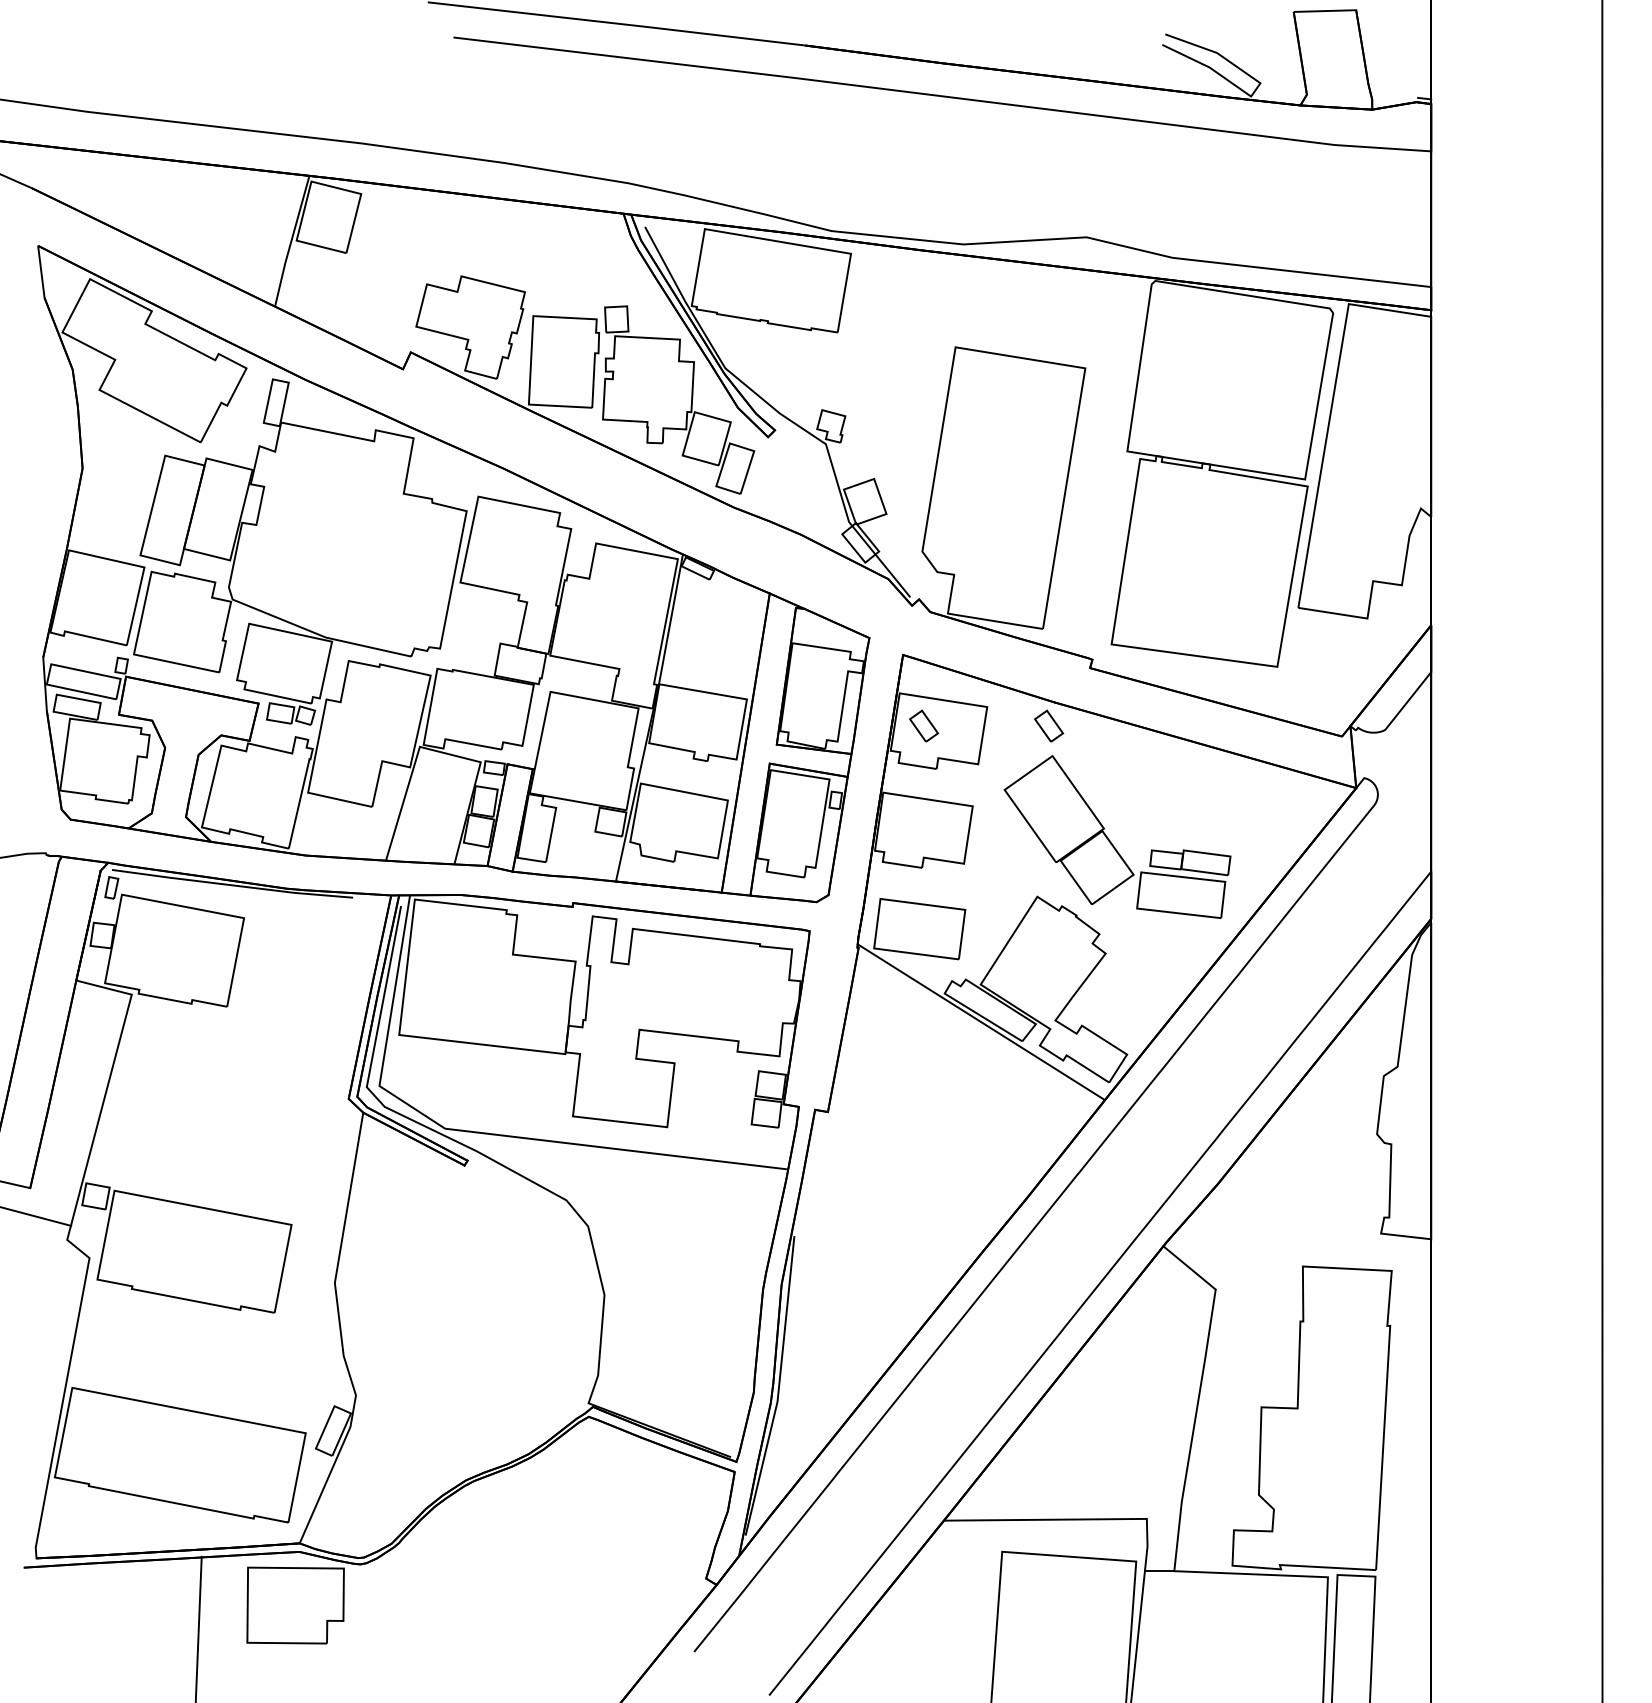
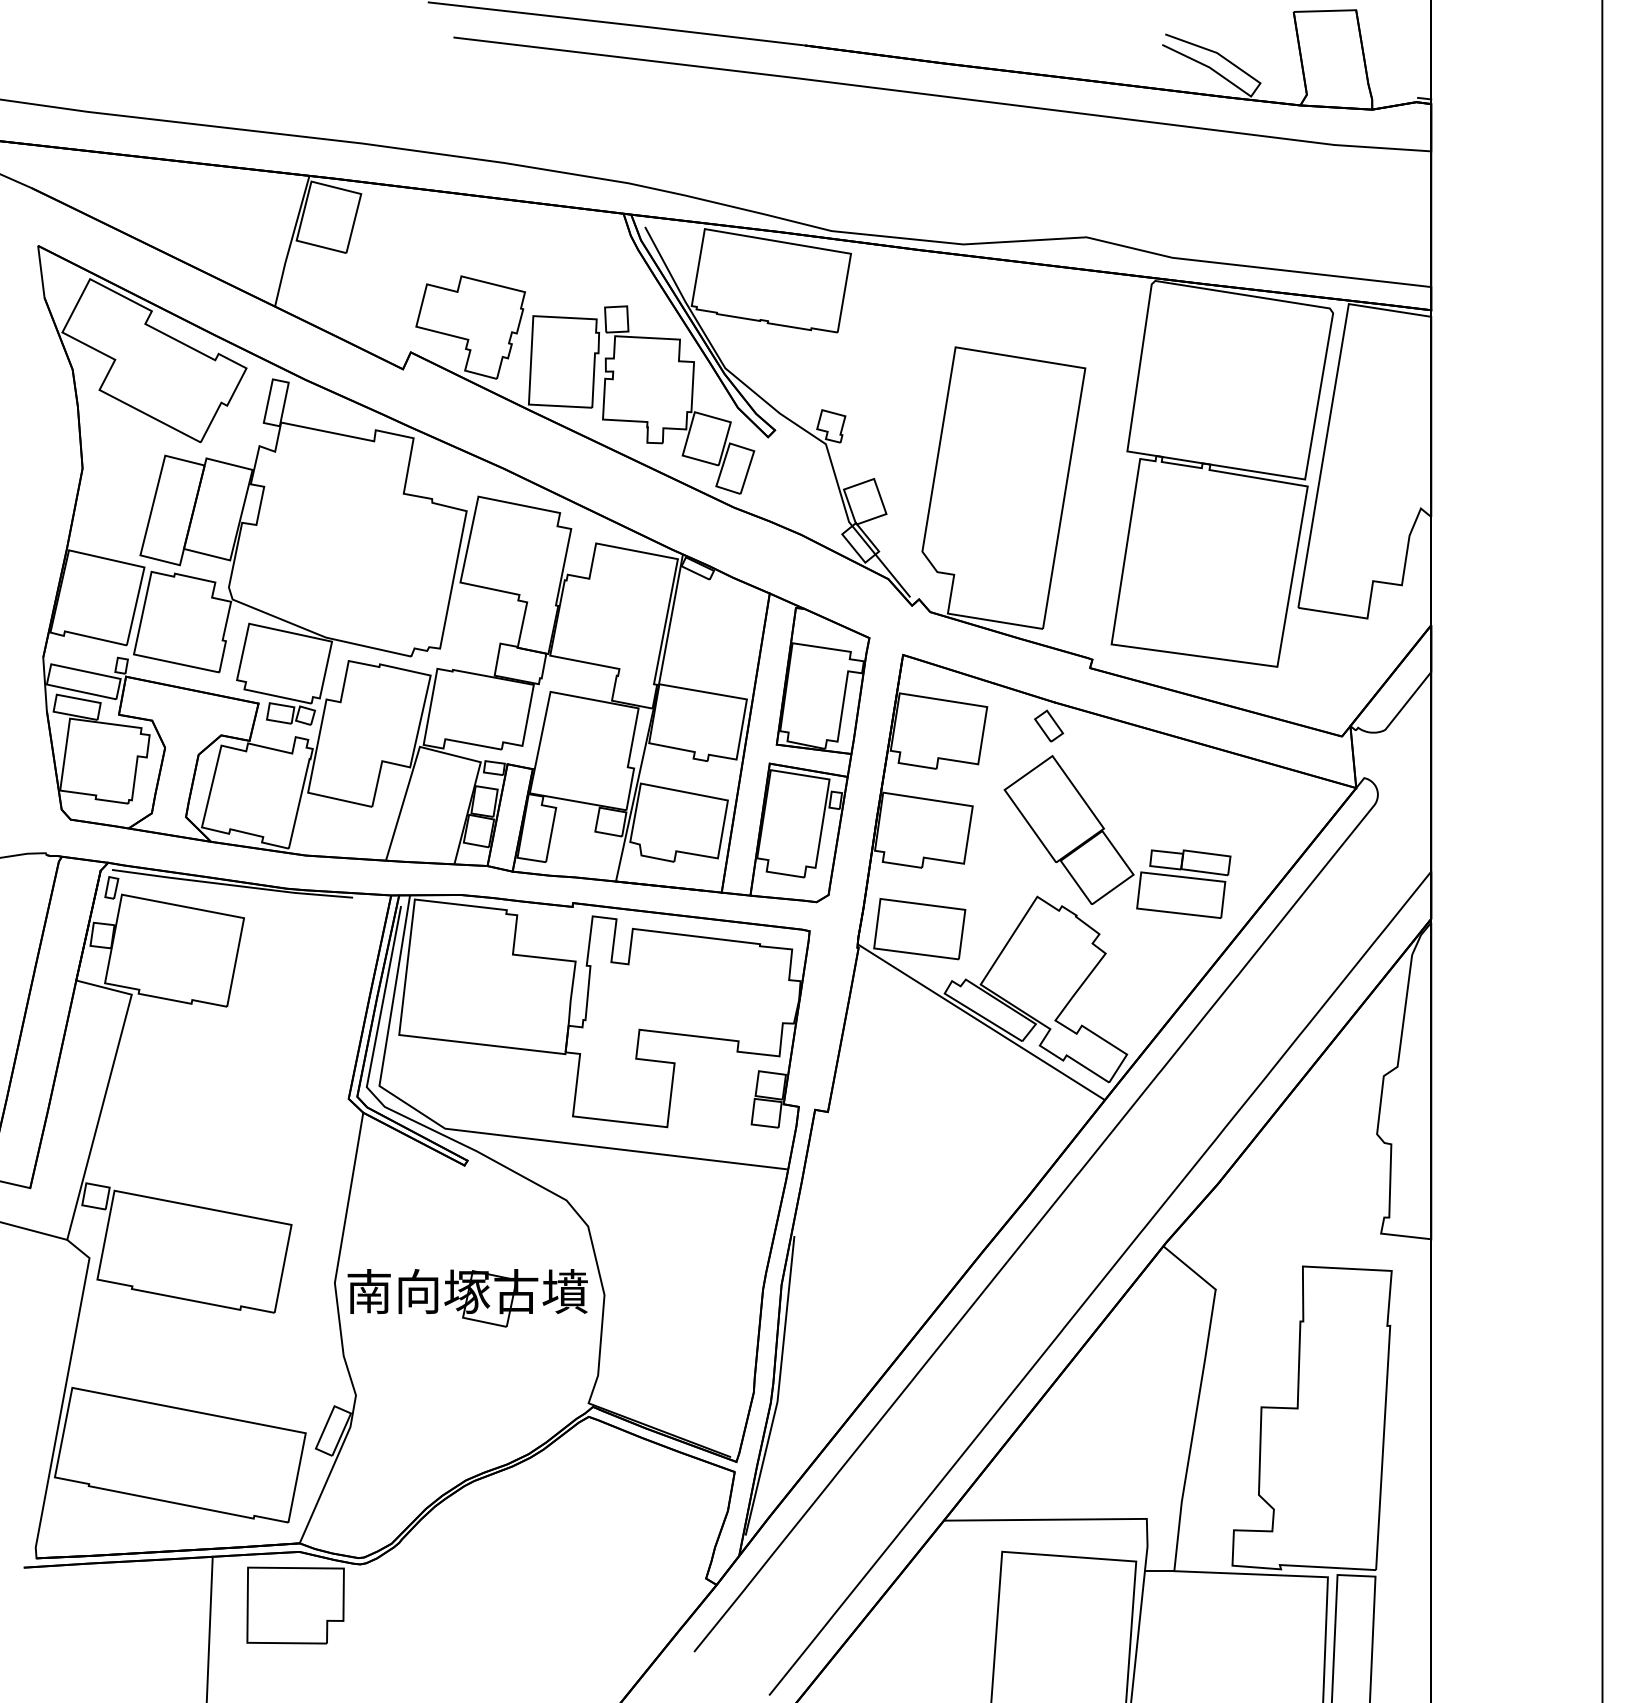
part at (924, 725): present -> none
line at (36, 1216) position: (36, 1216) -> (34, 1230)
part at (467, 1298): none -> present
line at (198, 1627) position: (198, 1627) -> (209, 1627)
